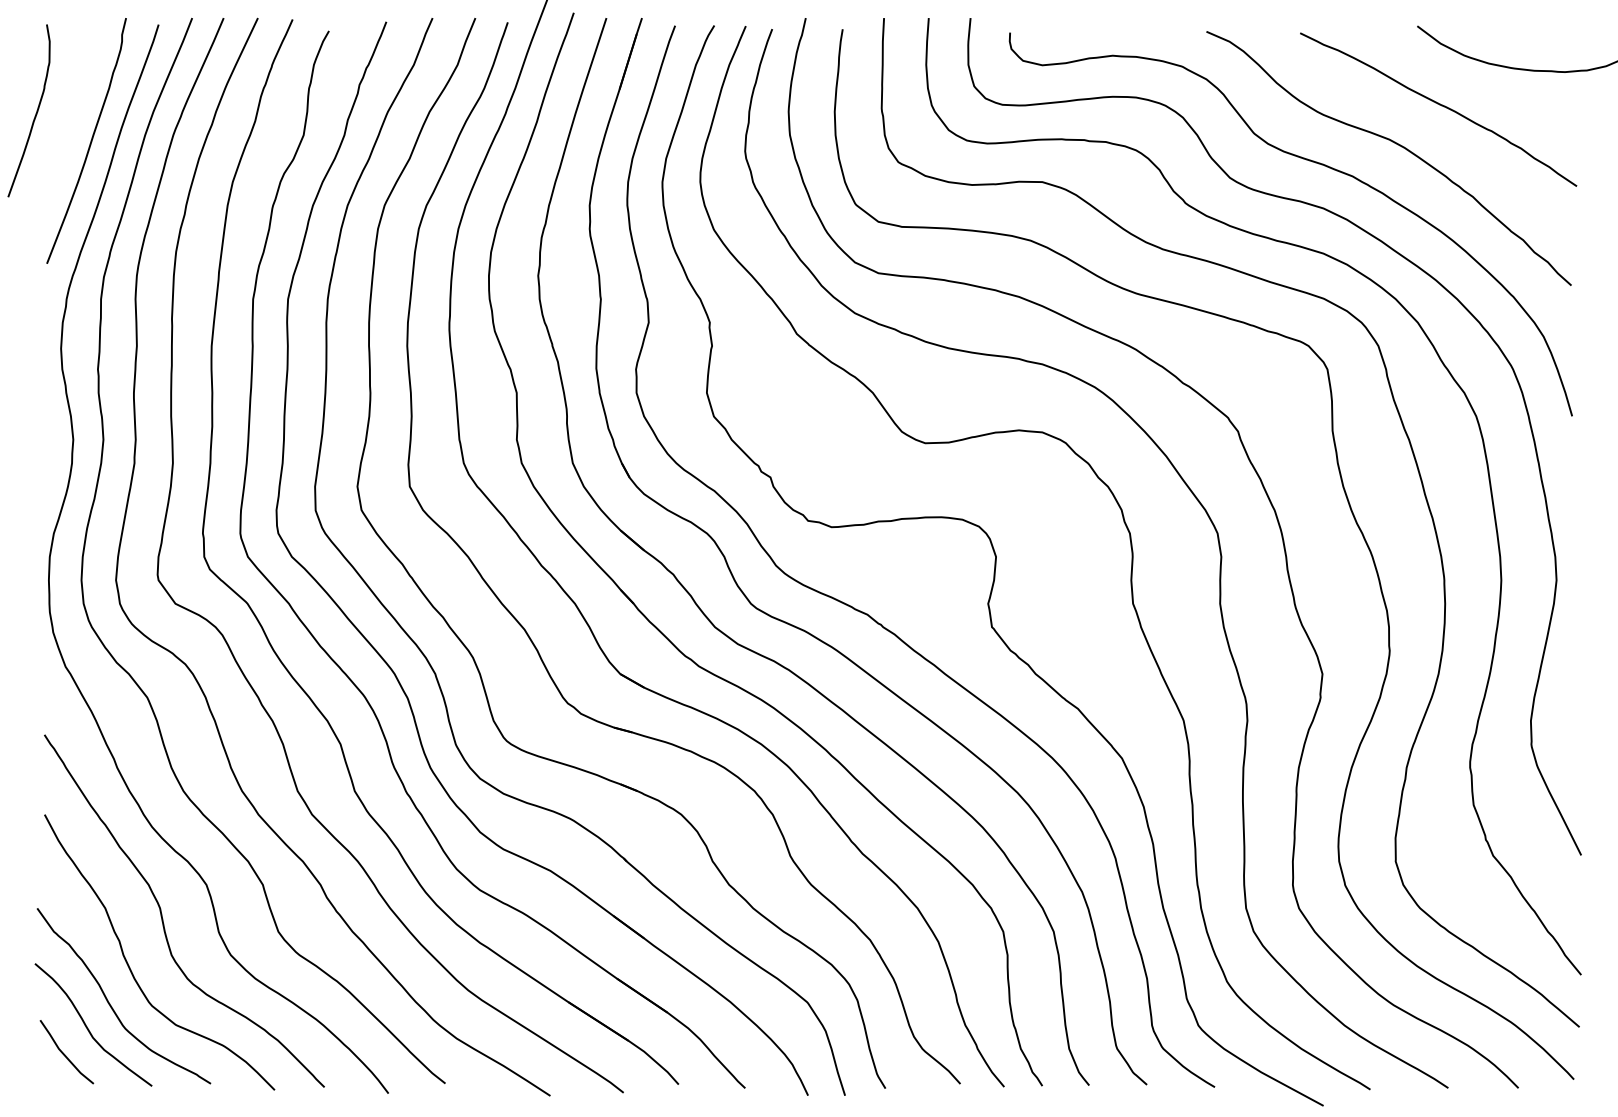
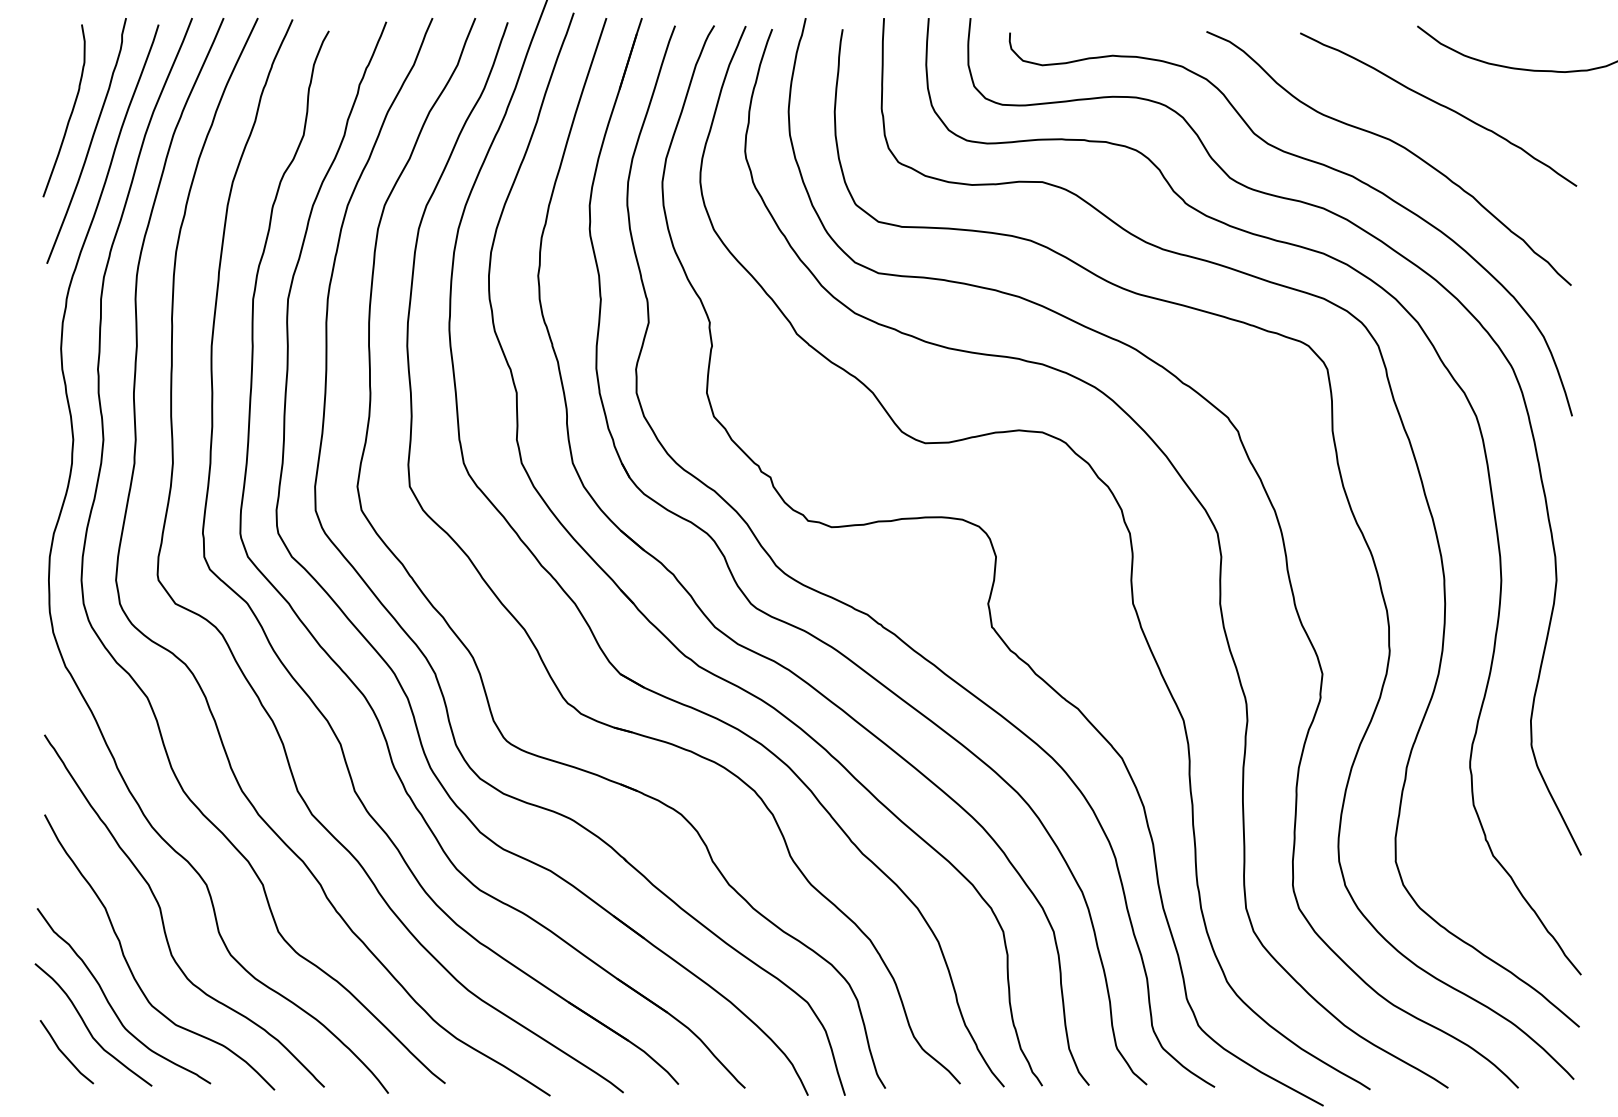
curve at (35, 113) position: (35, 113) -> (70, 113)
